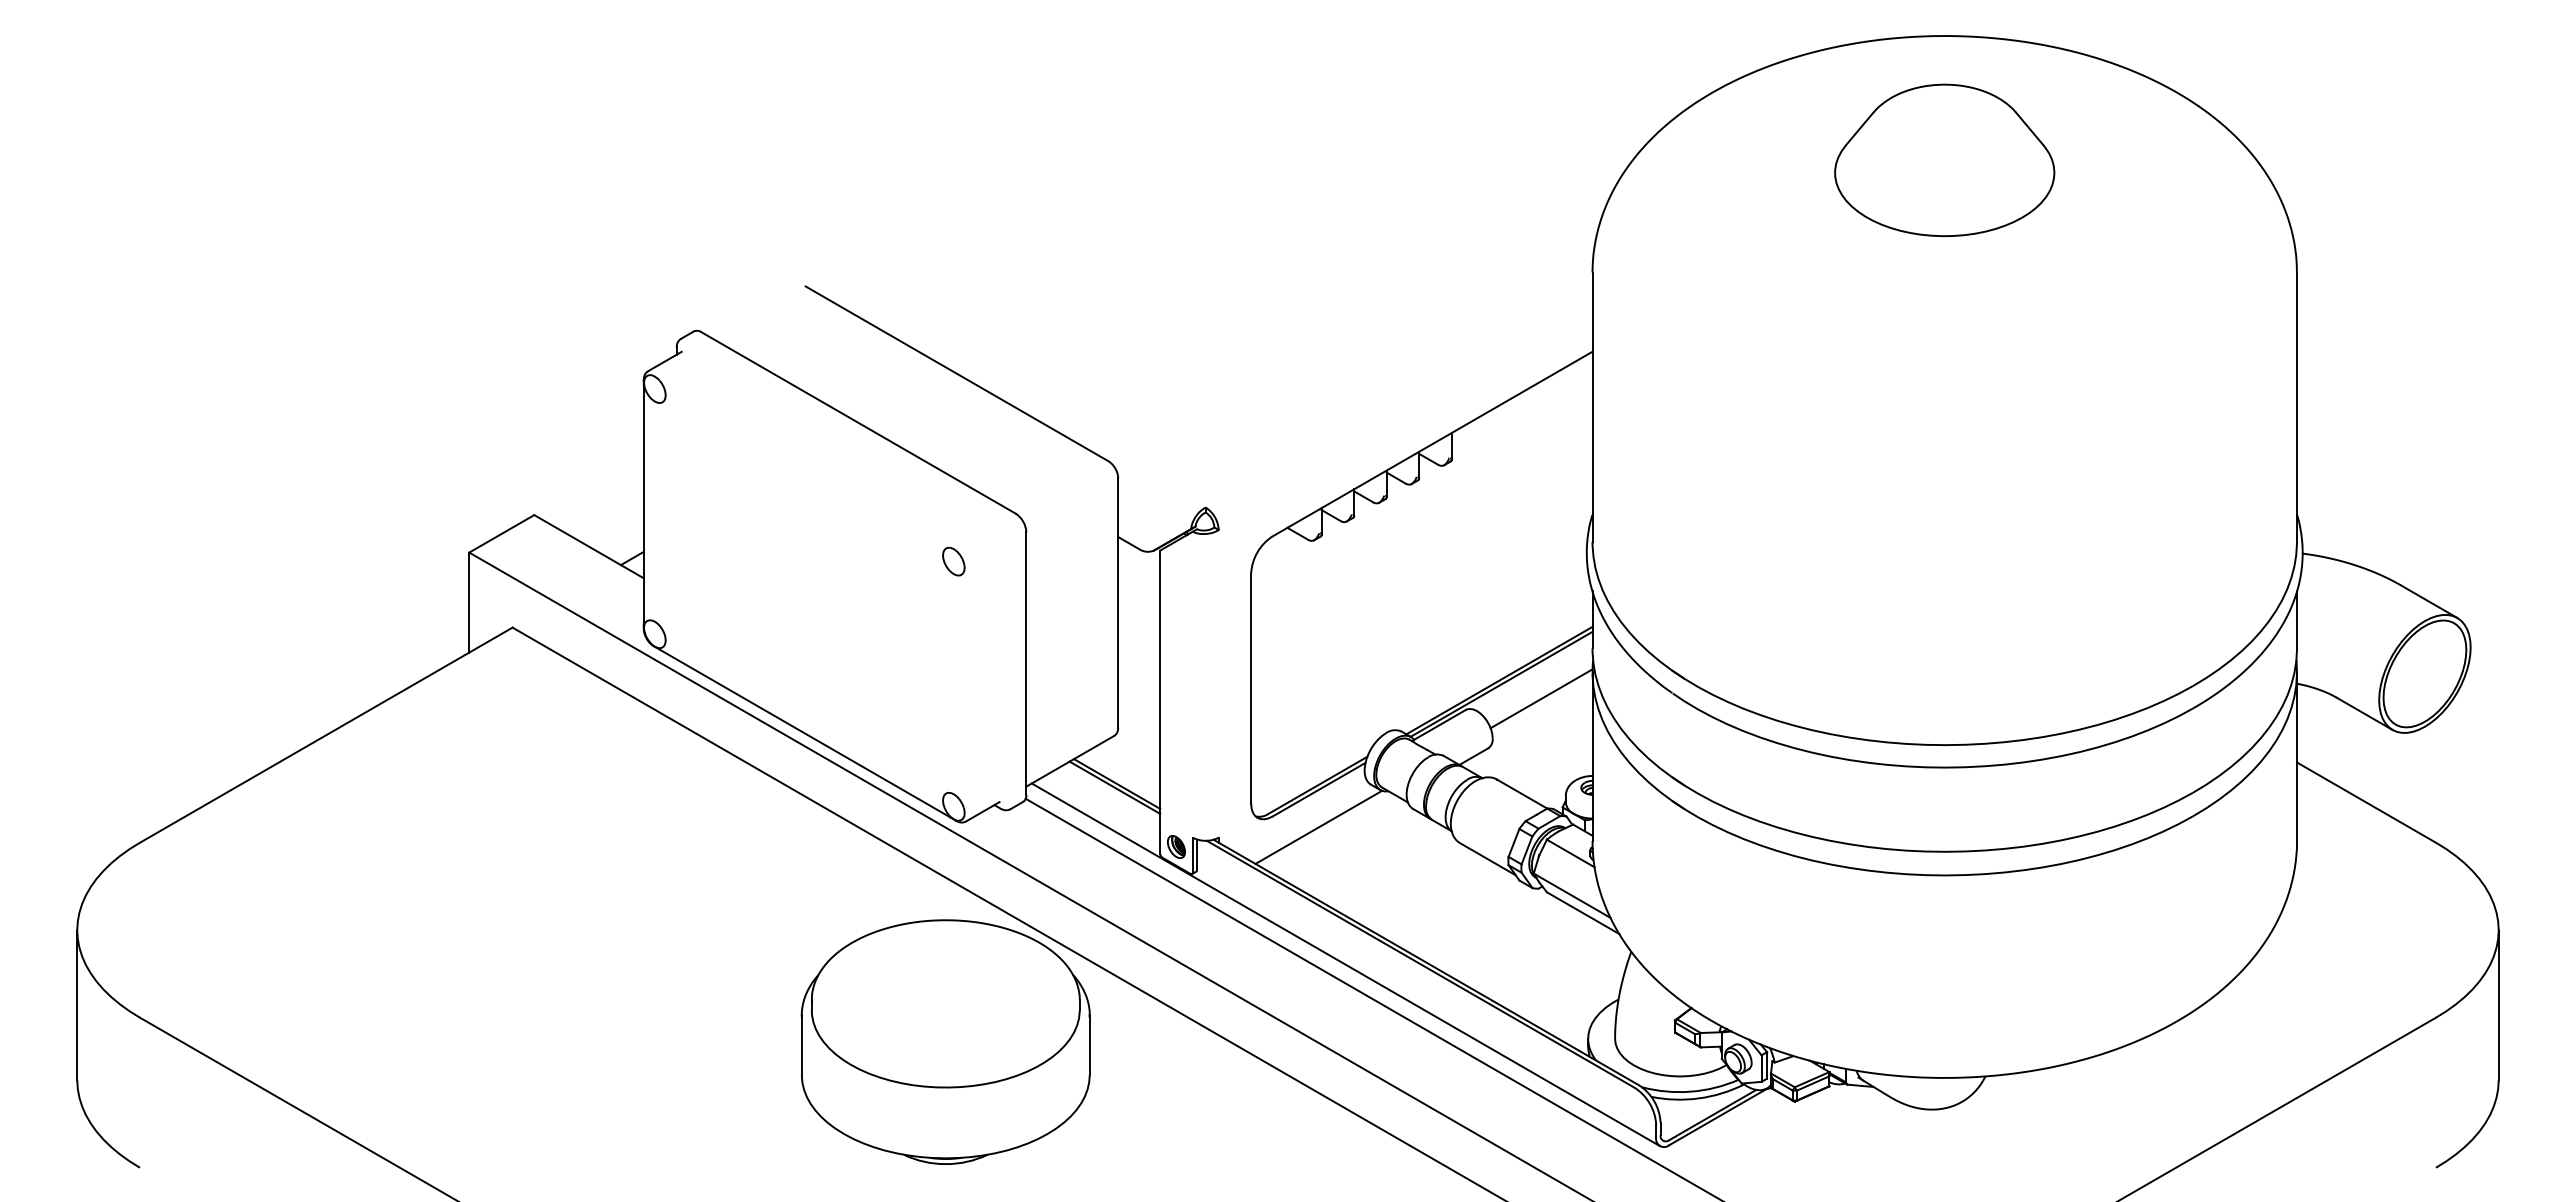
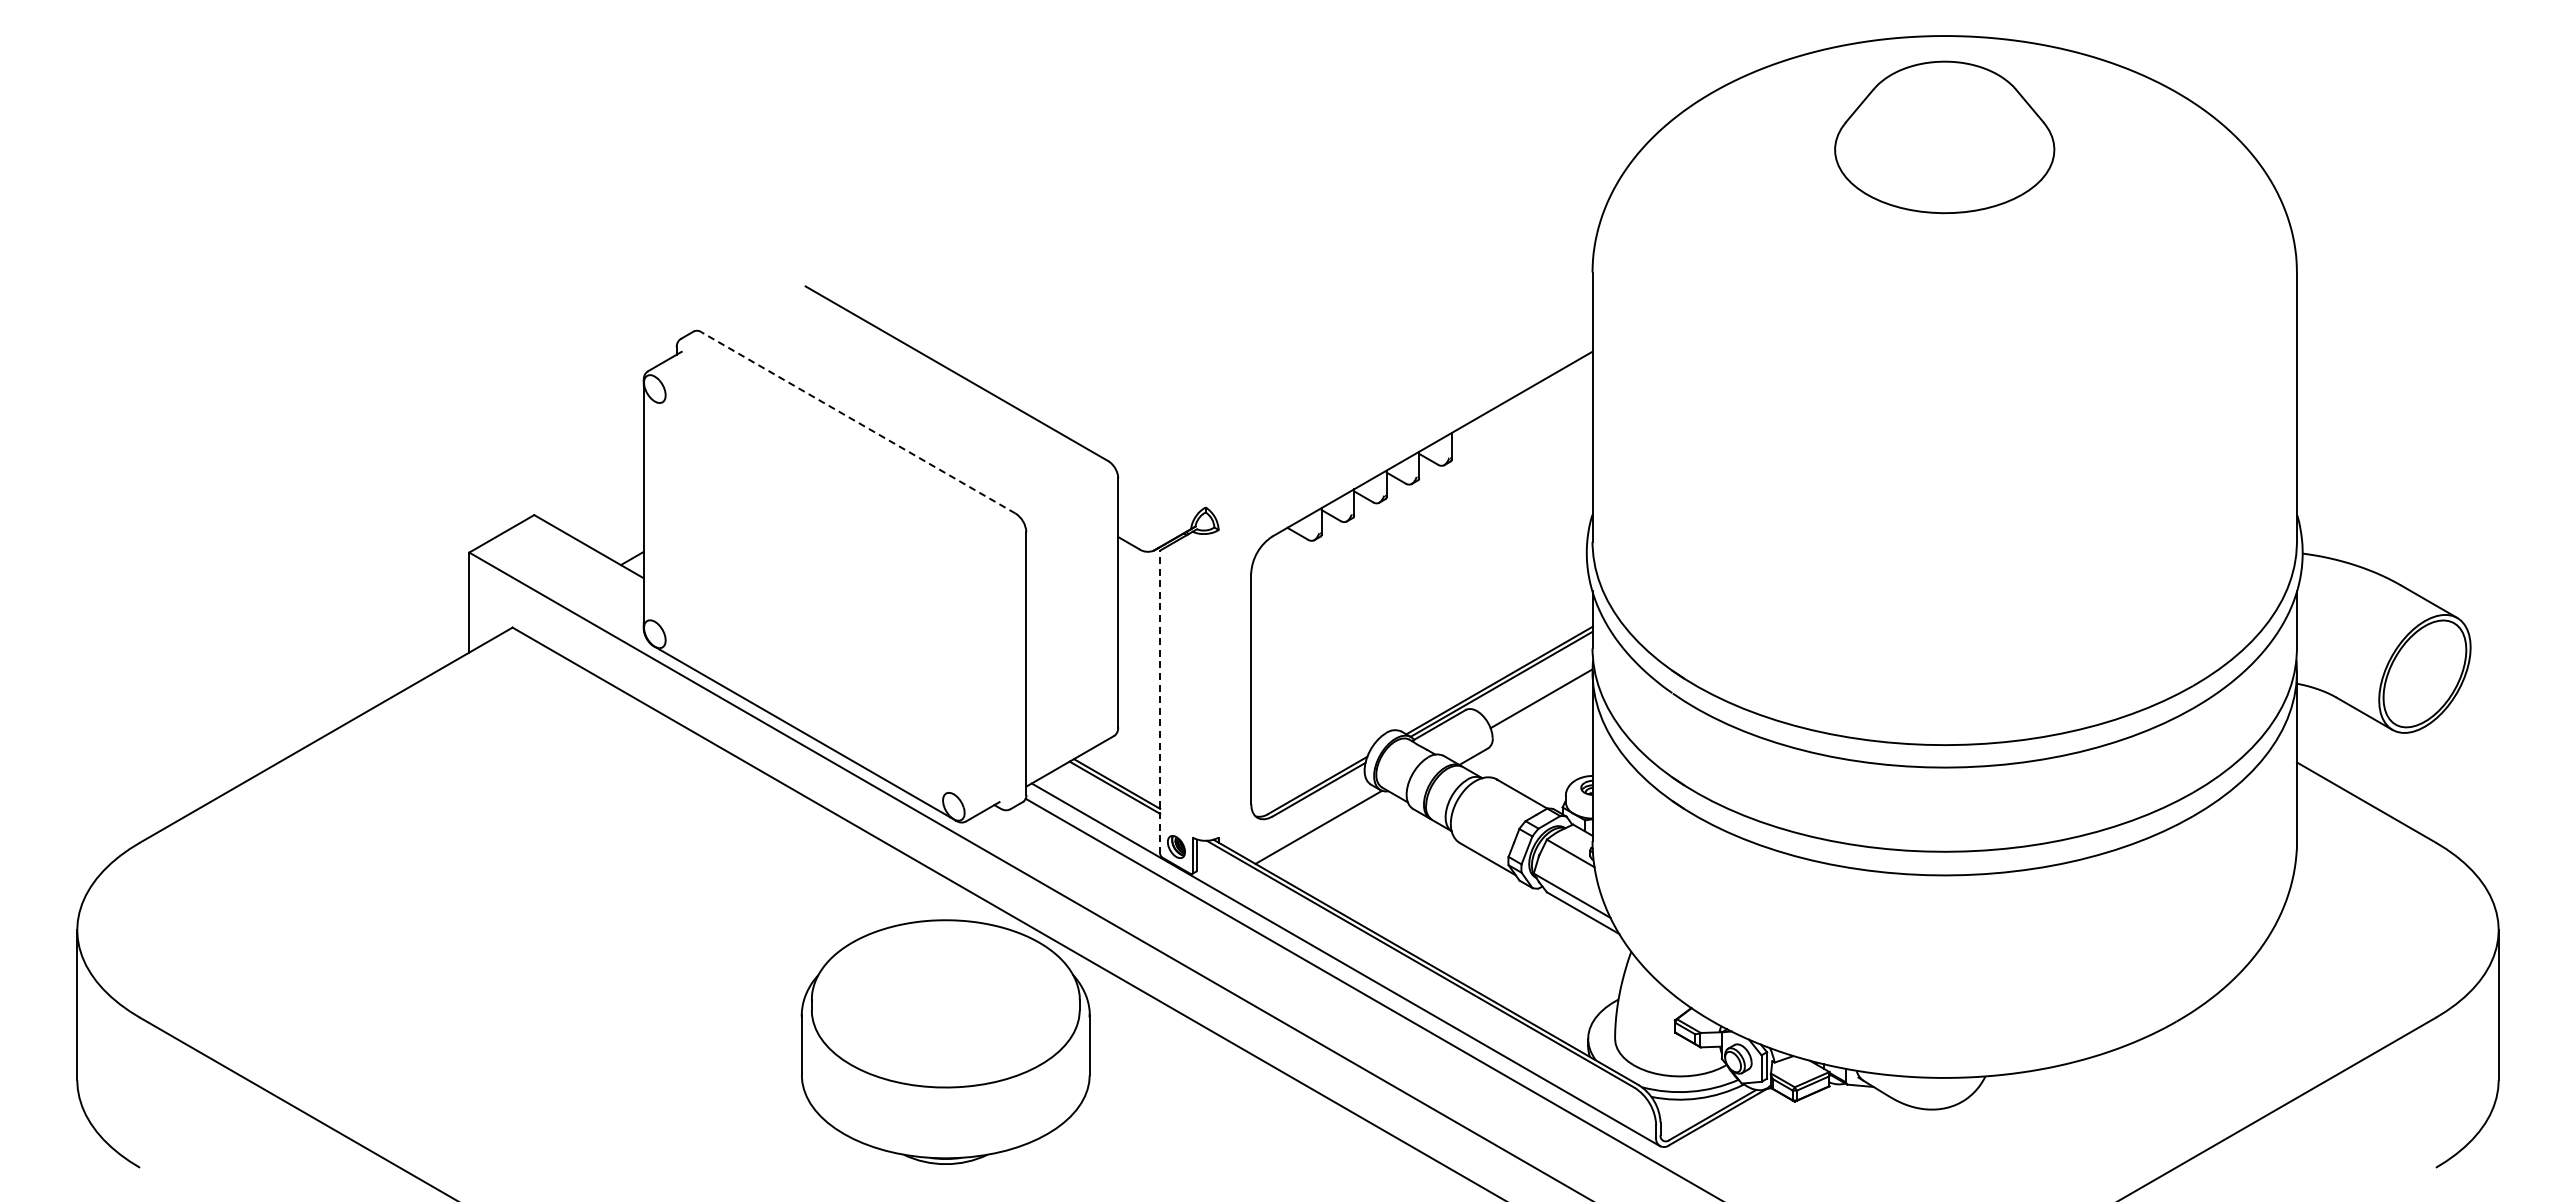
part at (1944, 160) position: (1944, 160) -> (1944, 137)
line at (858, 422): solid -> dashed
part at (953, 561): present -> none
line at (1160, 702): solid -> dashed
